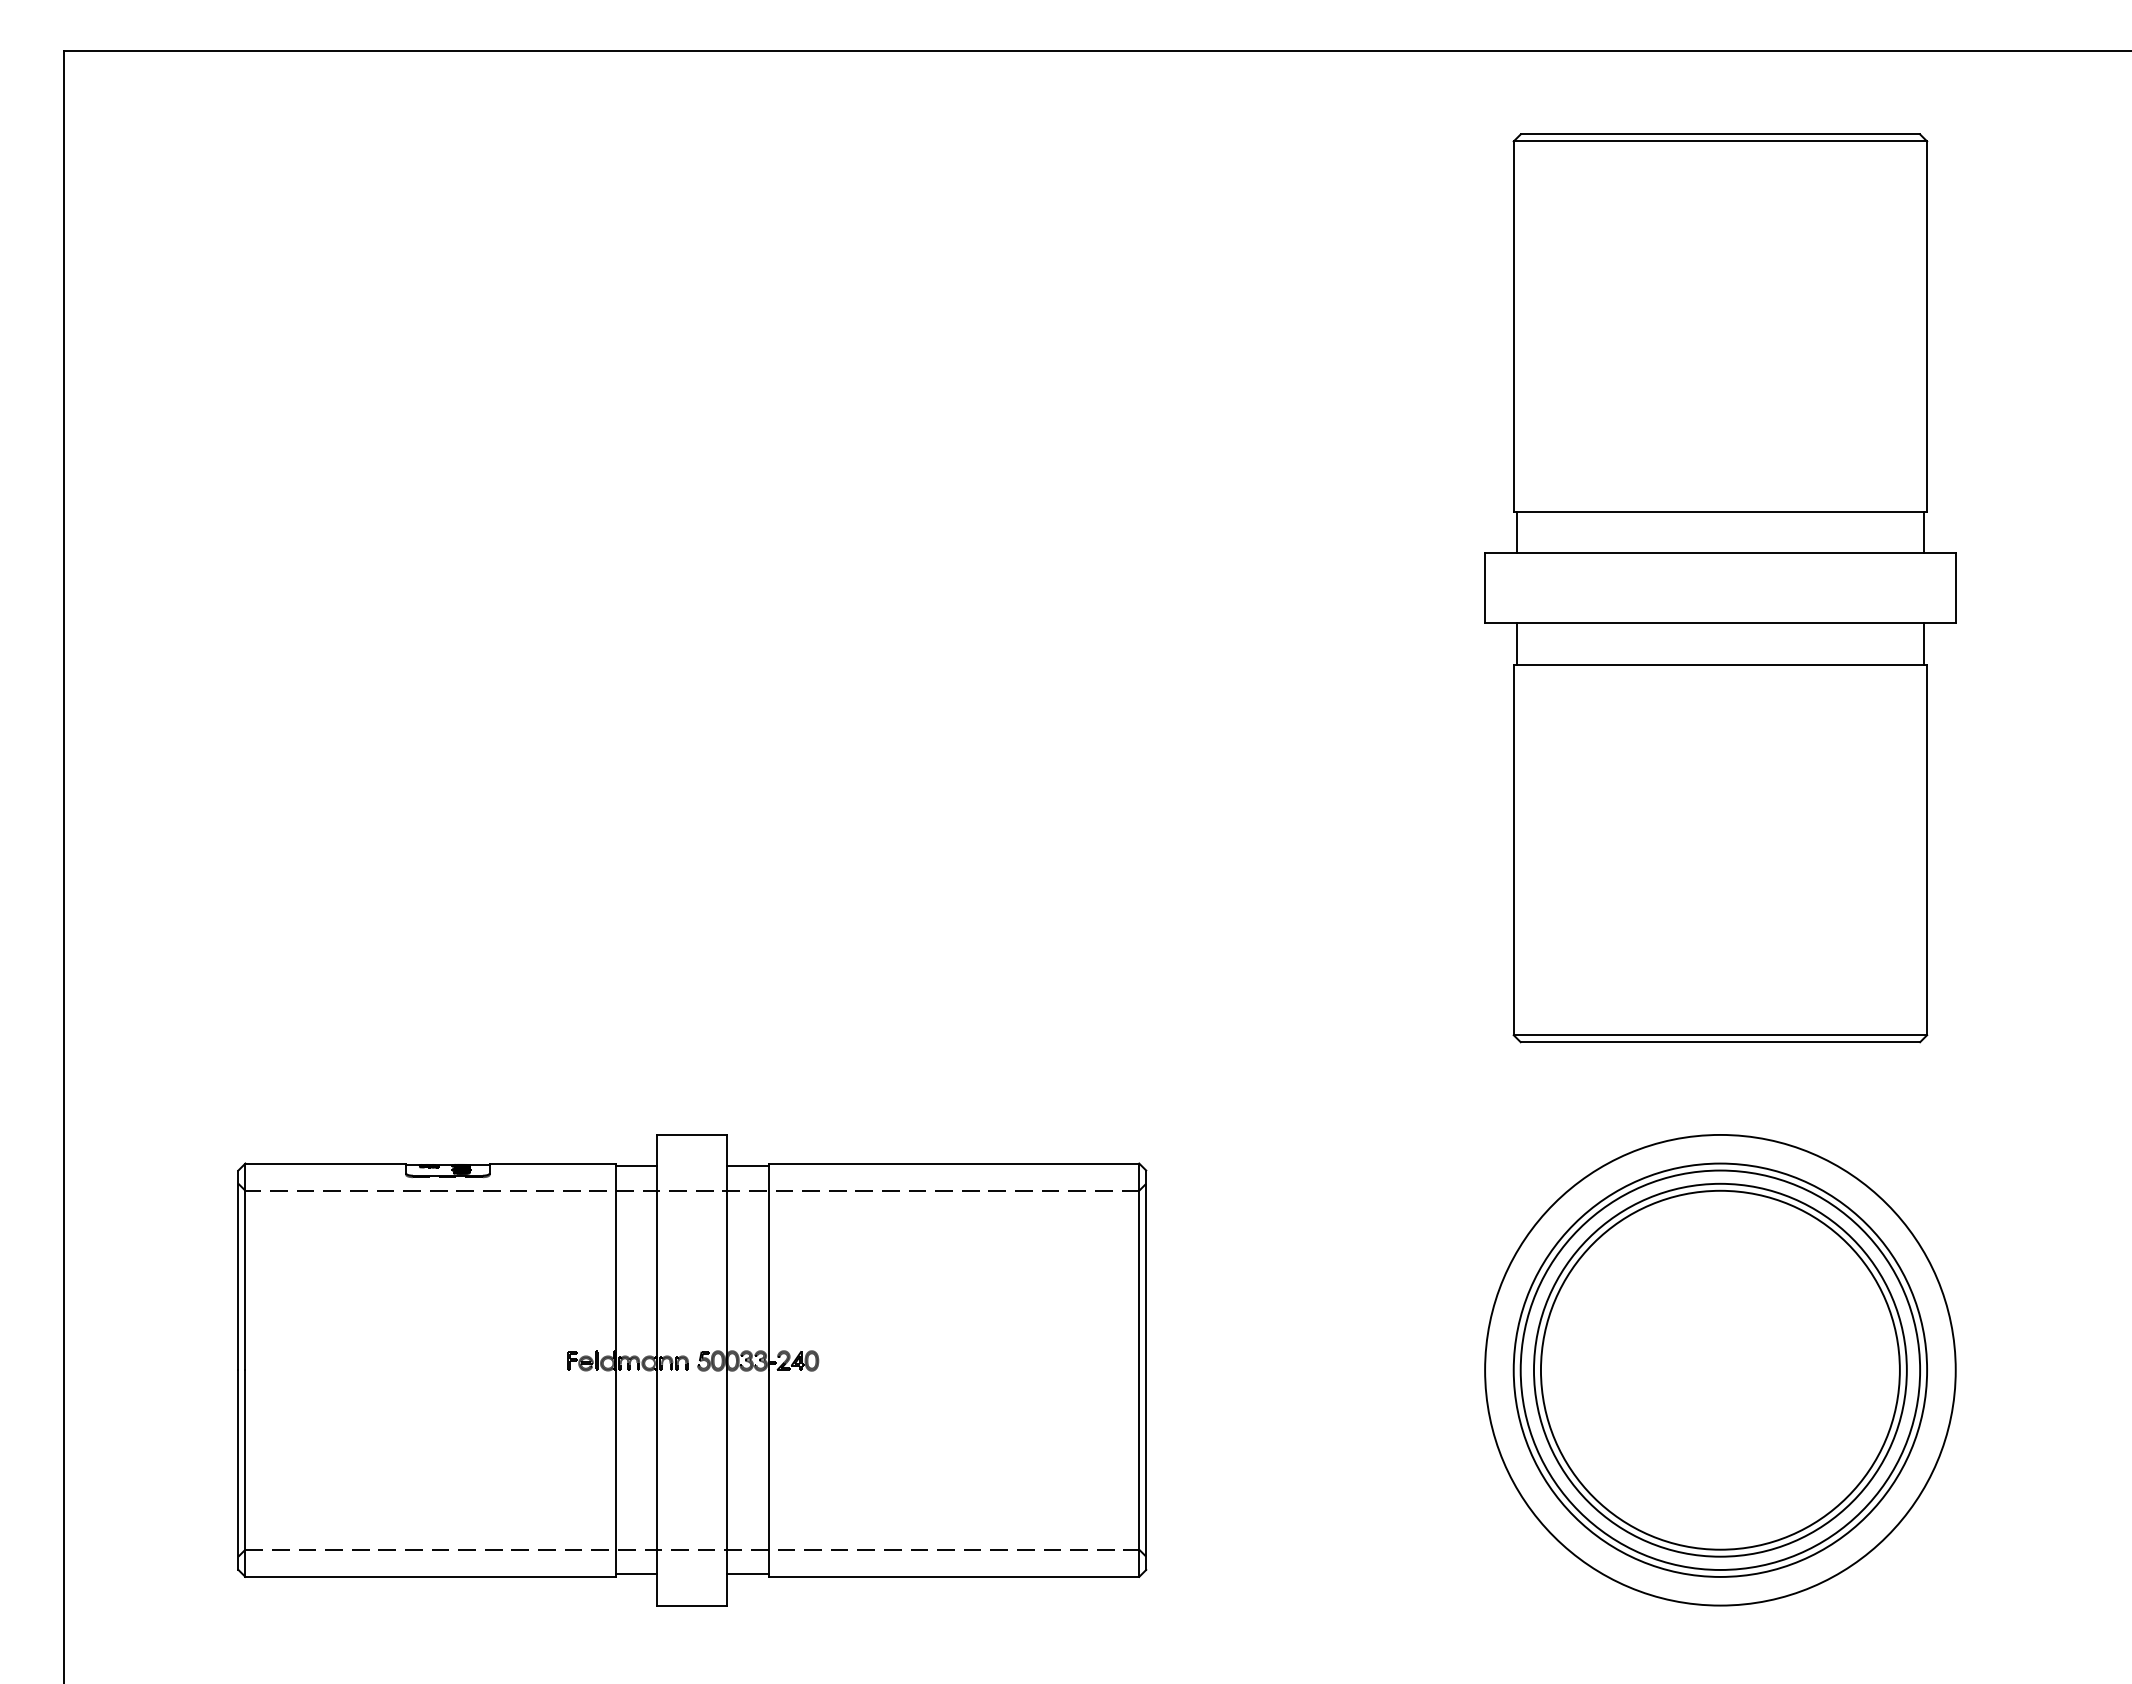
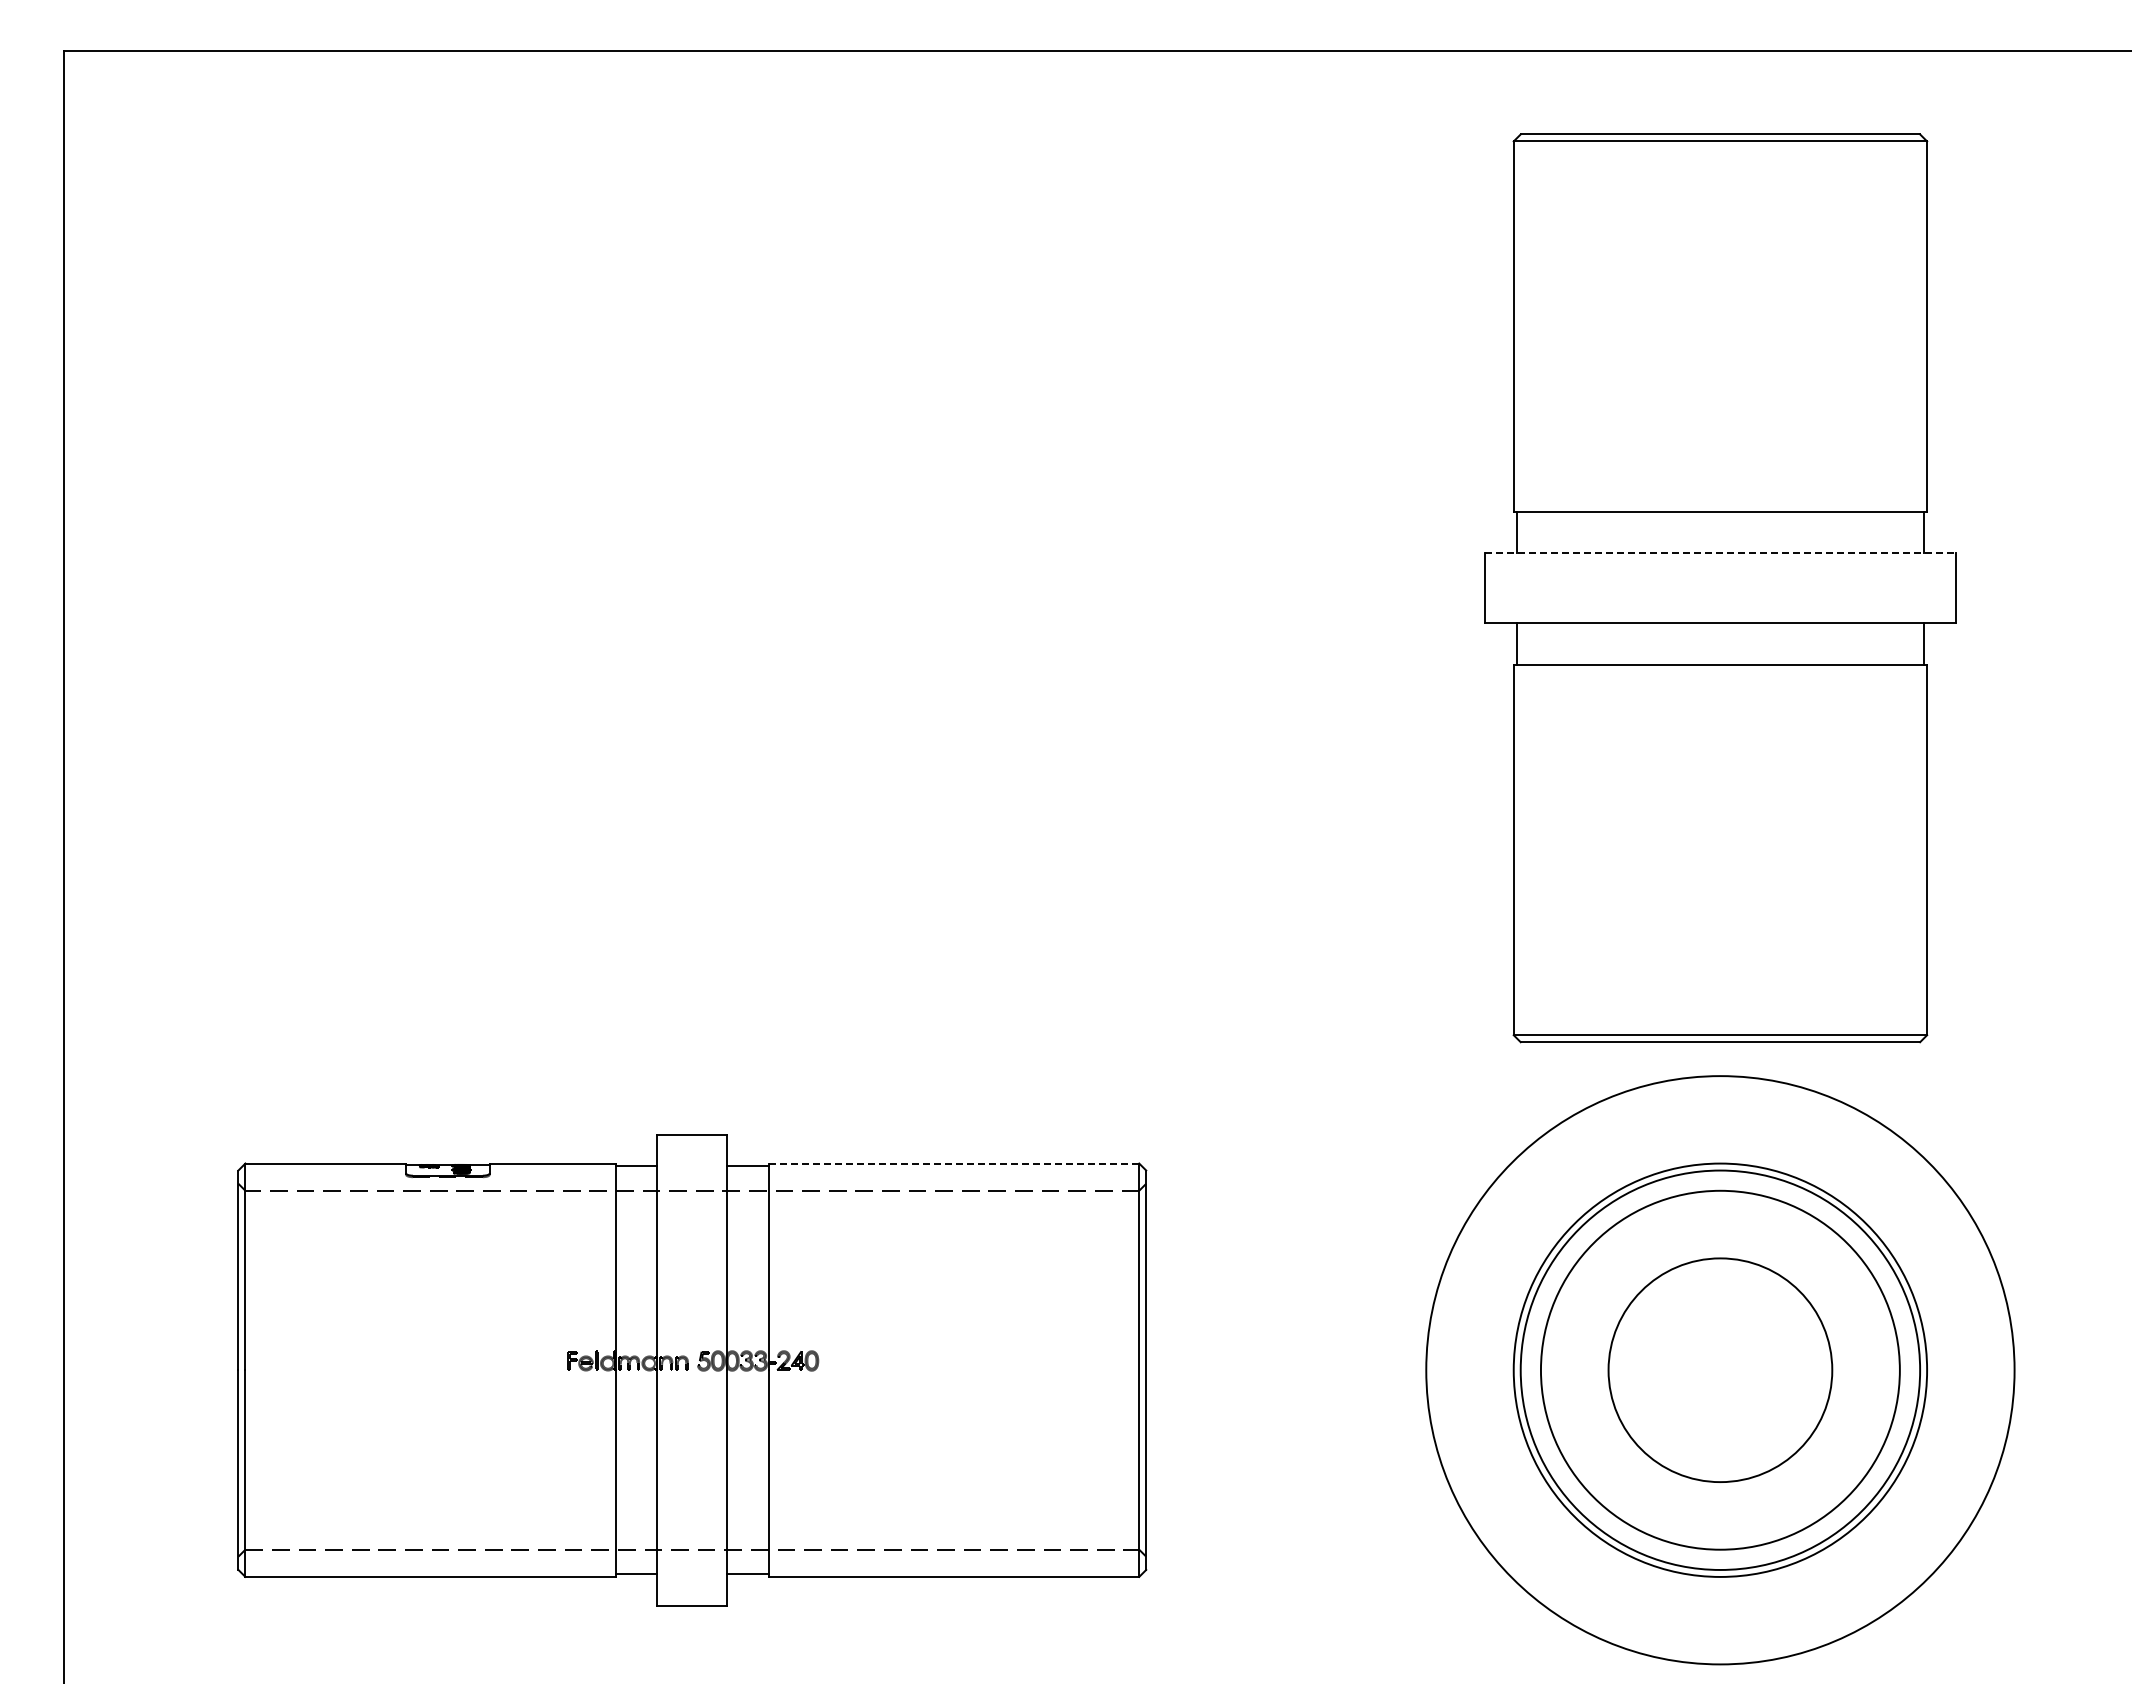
line at (1720, 553): solid -> dashed
line at (953, 1163): solid -> dashed
circle at (1719, 1369) diameter: 373 px -> 224 px
circle at (1720, 1369) diameter: 471 px -> 588 px
